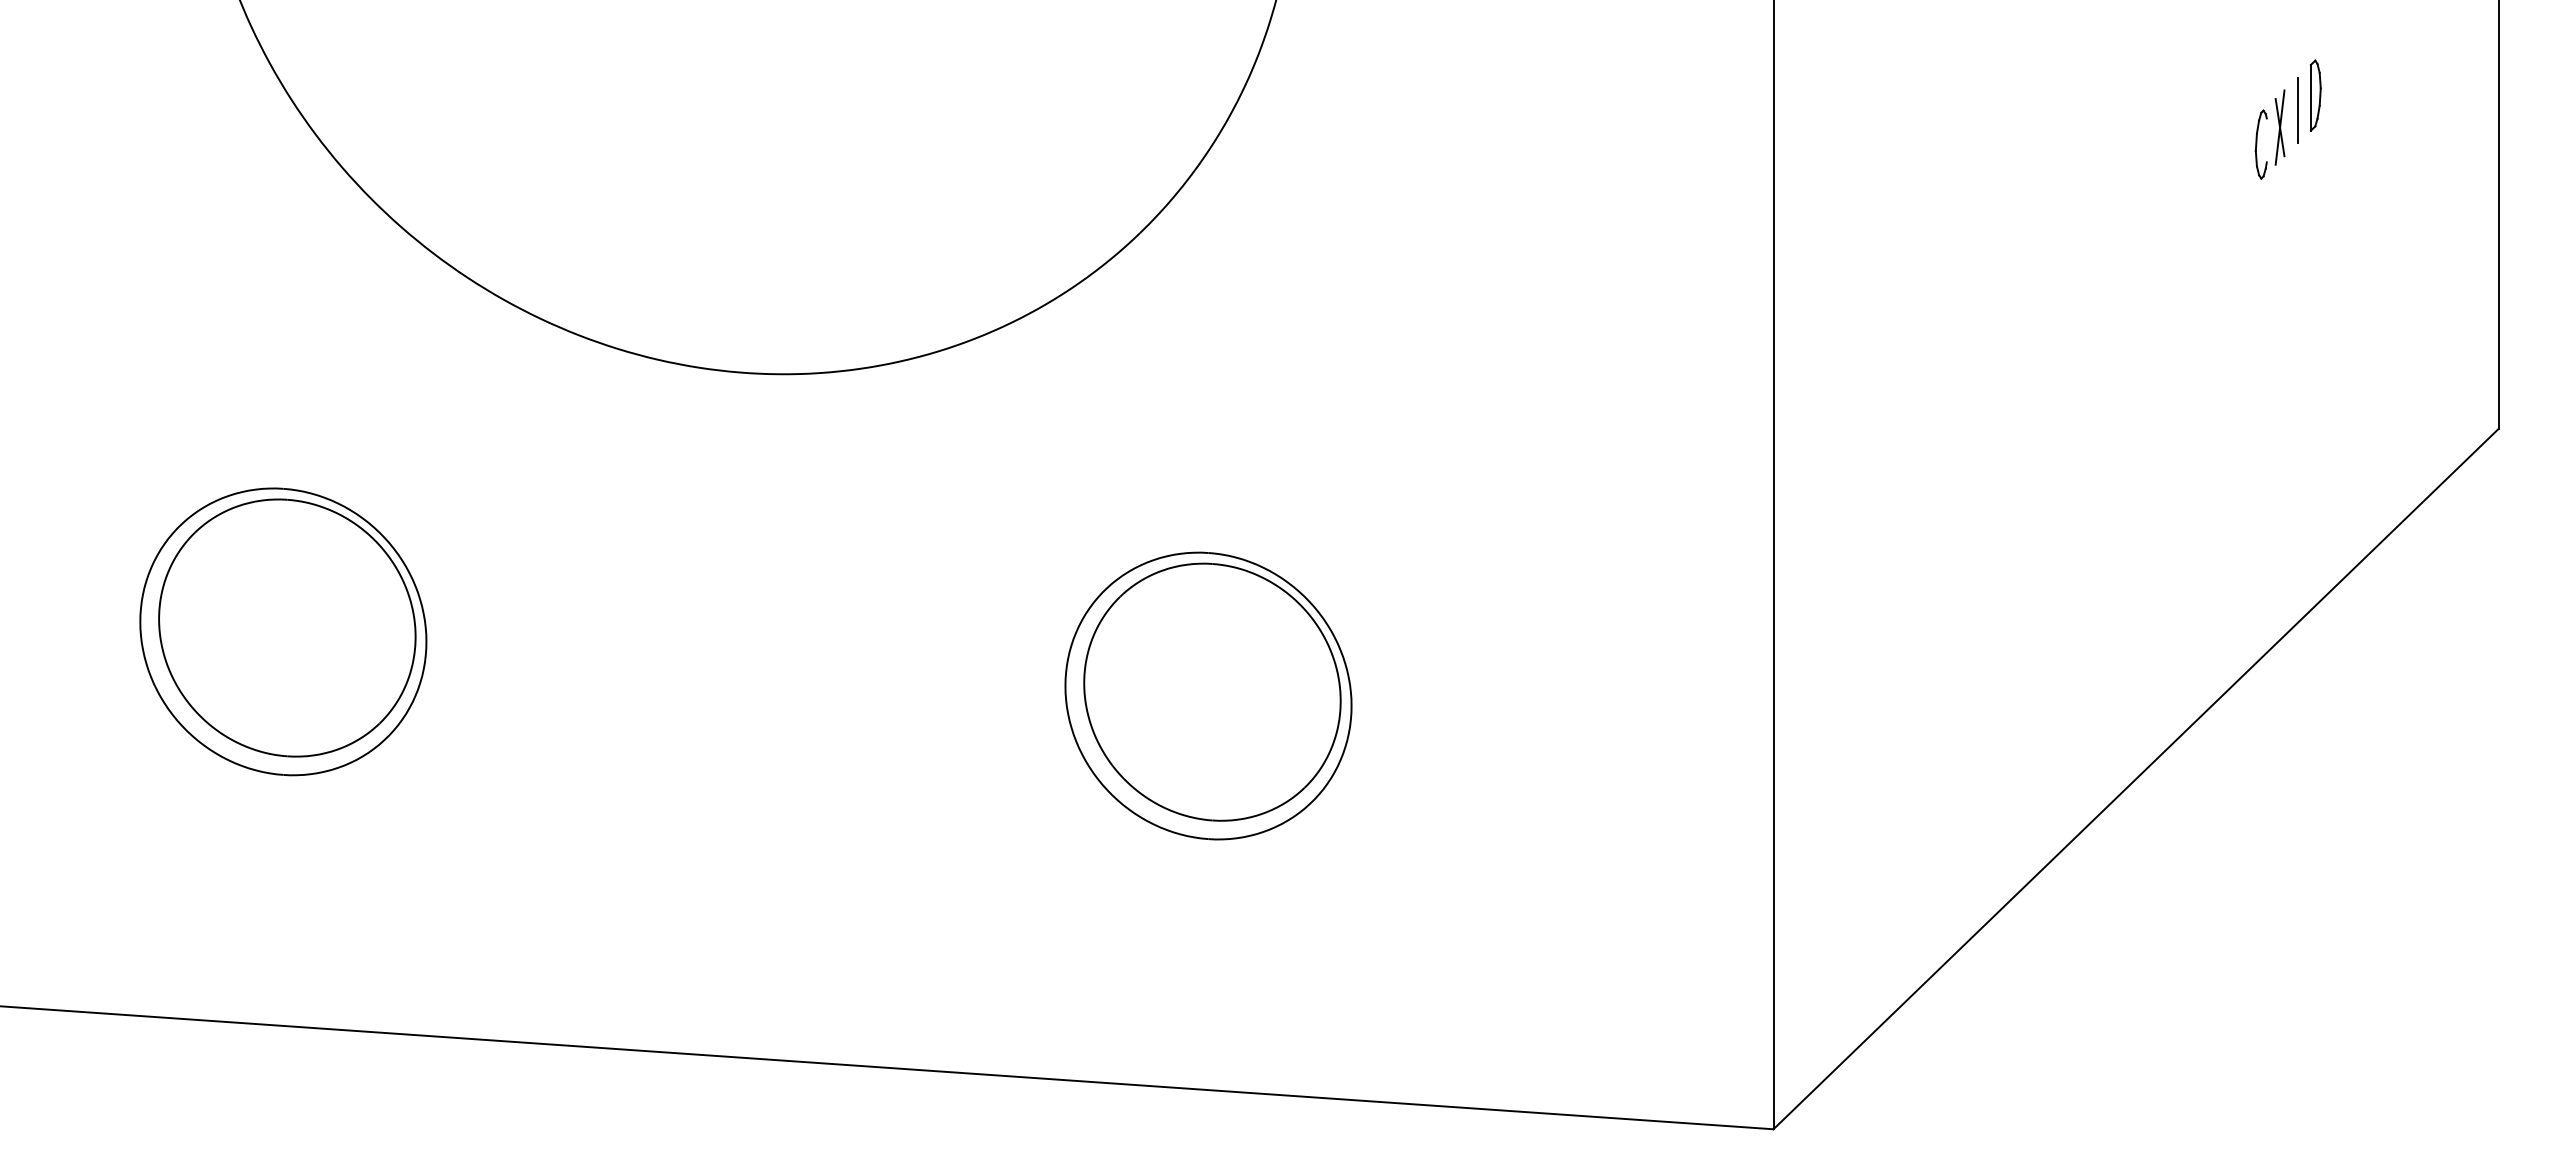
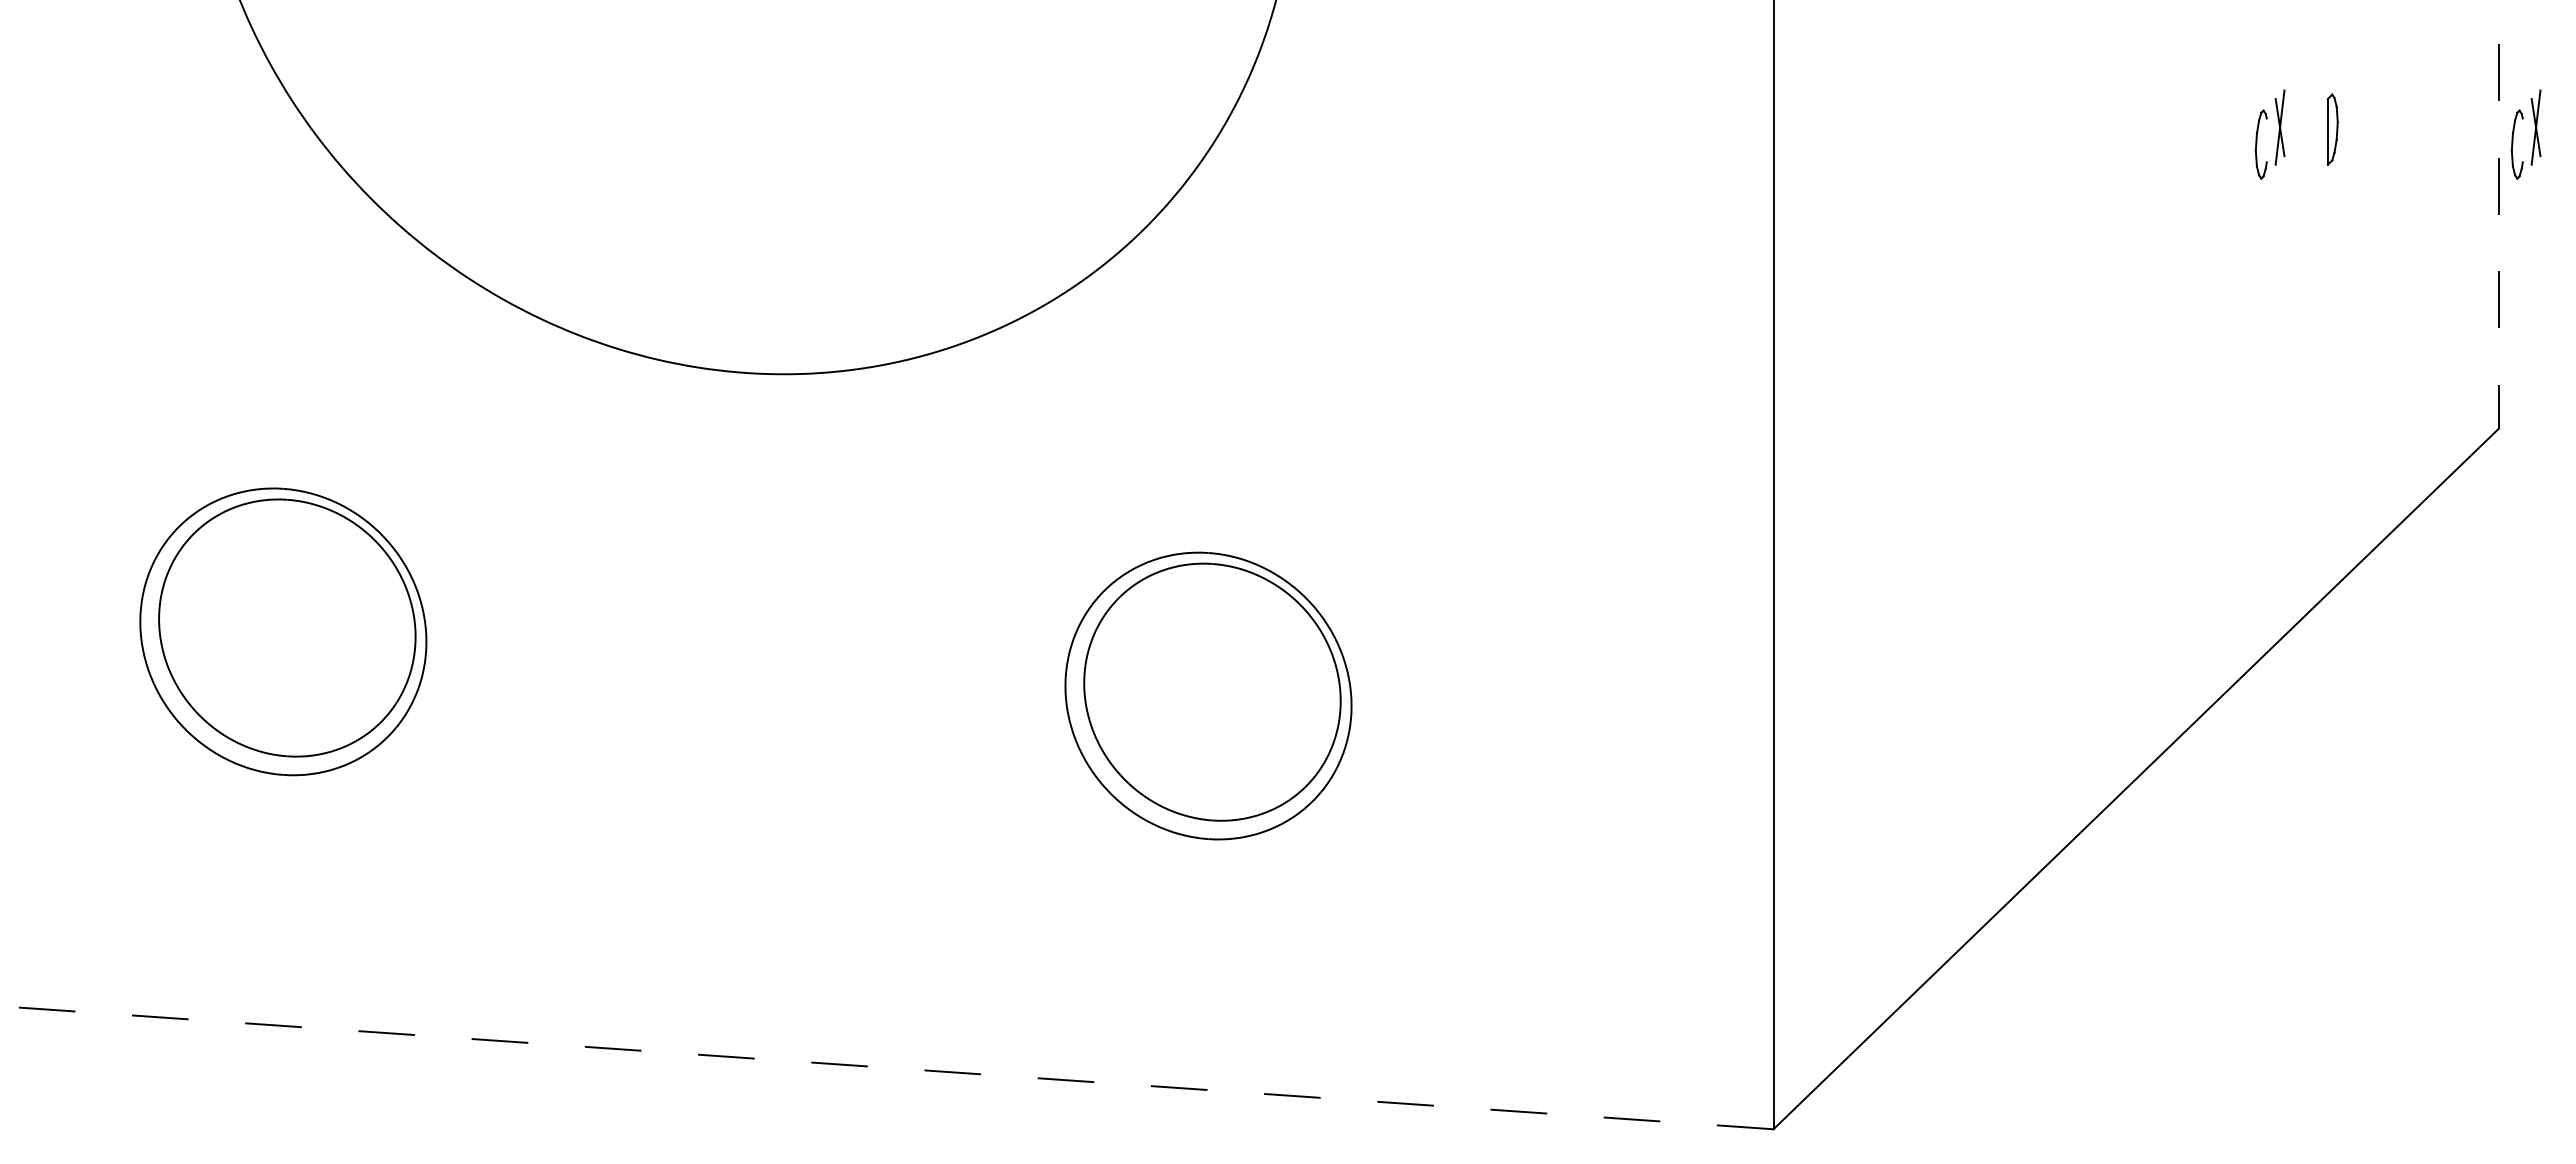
part at (2315, 95) position: (2315, 95) -> (2332, 129)
line at (2297, 110): present -> none
part at (2533, 138): none -> present
line at (2498, 214): solid -> dashed
line at (886, 1067): solid -> dashed
